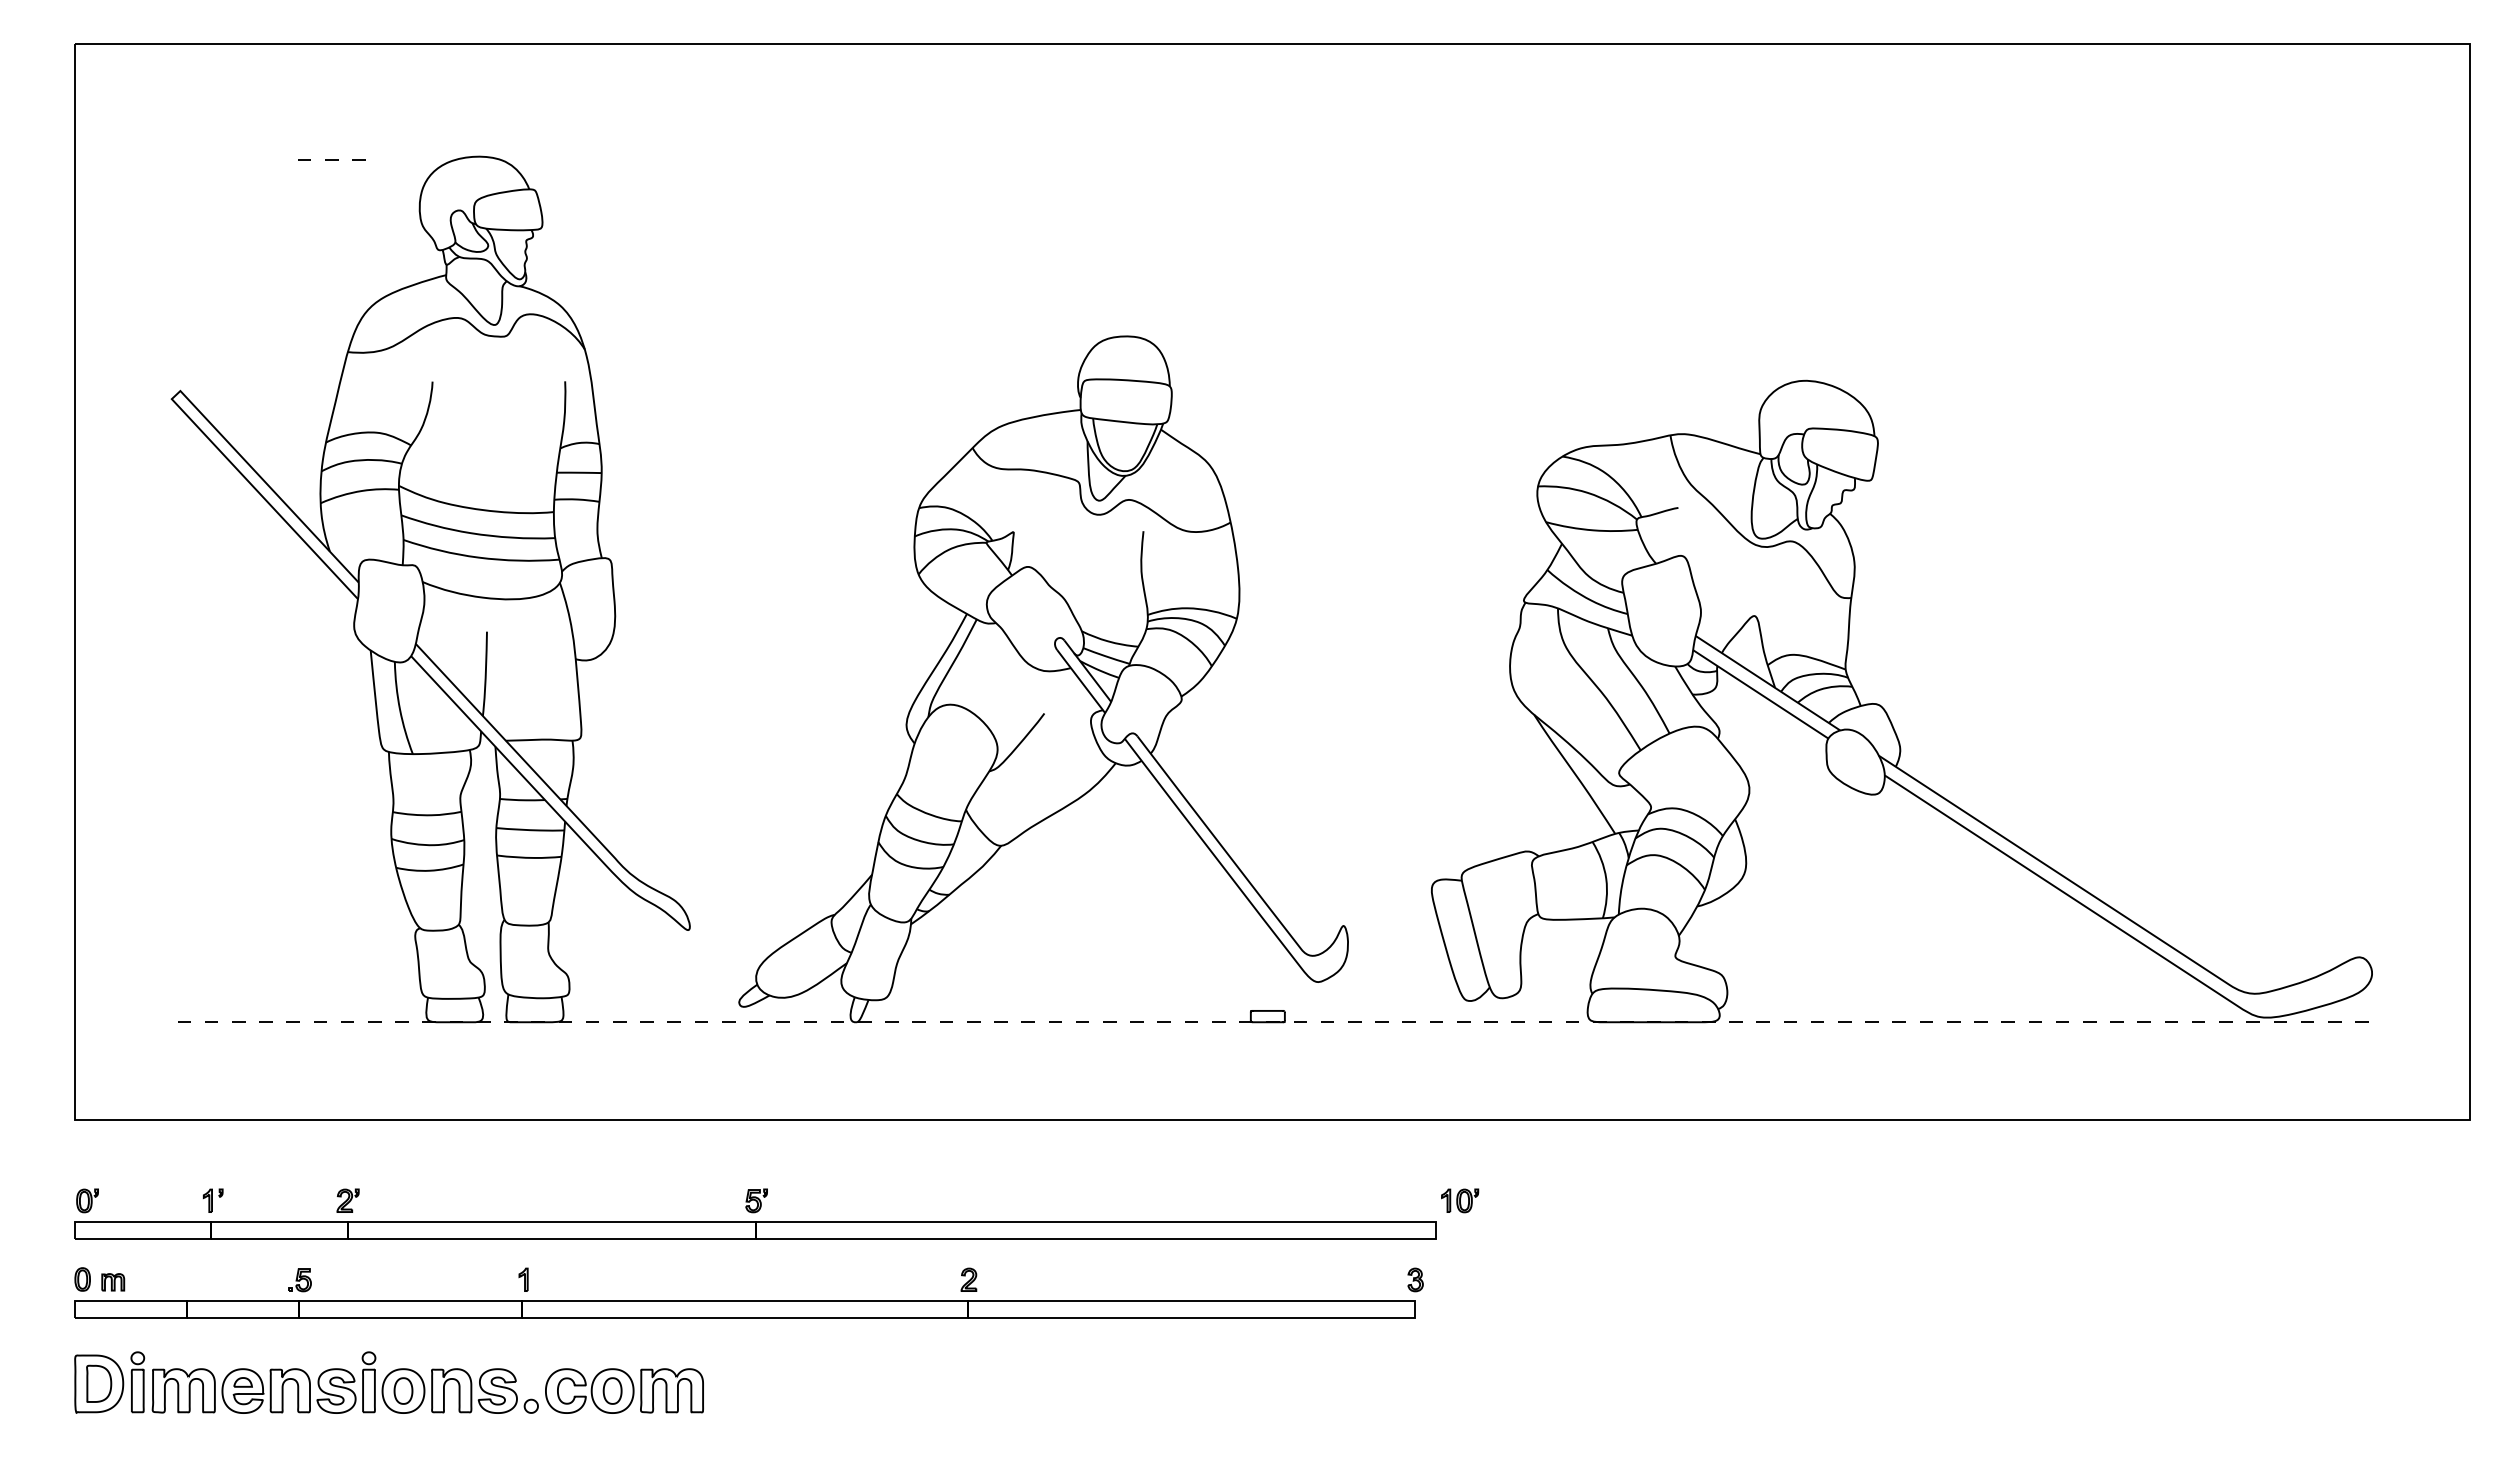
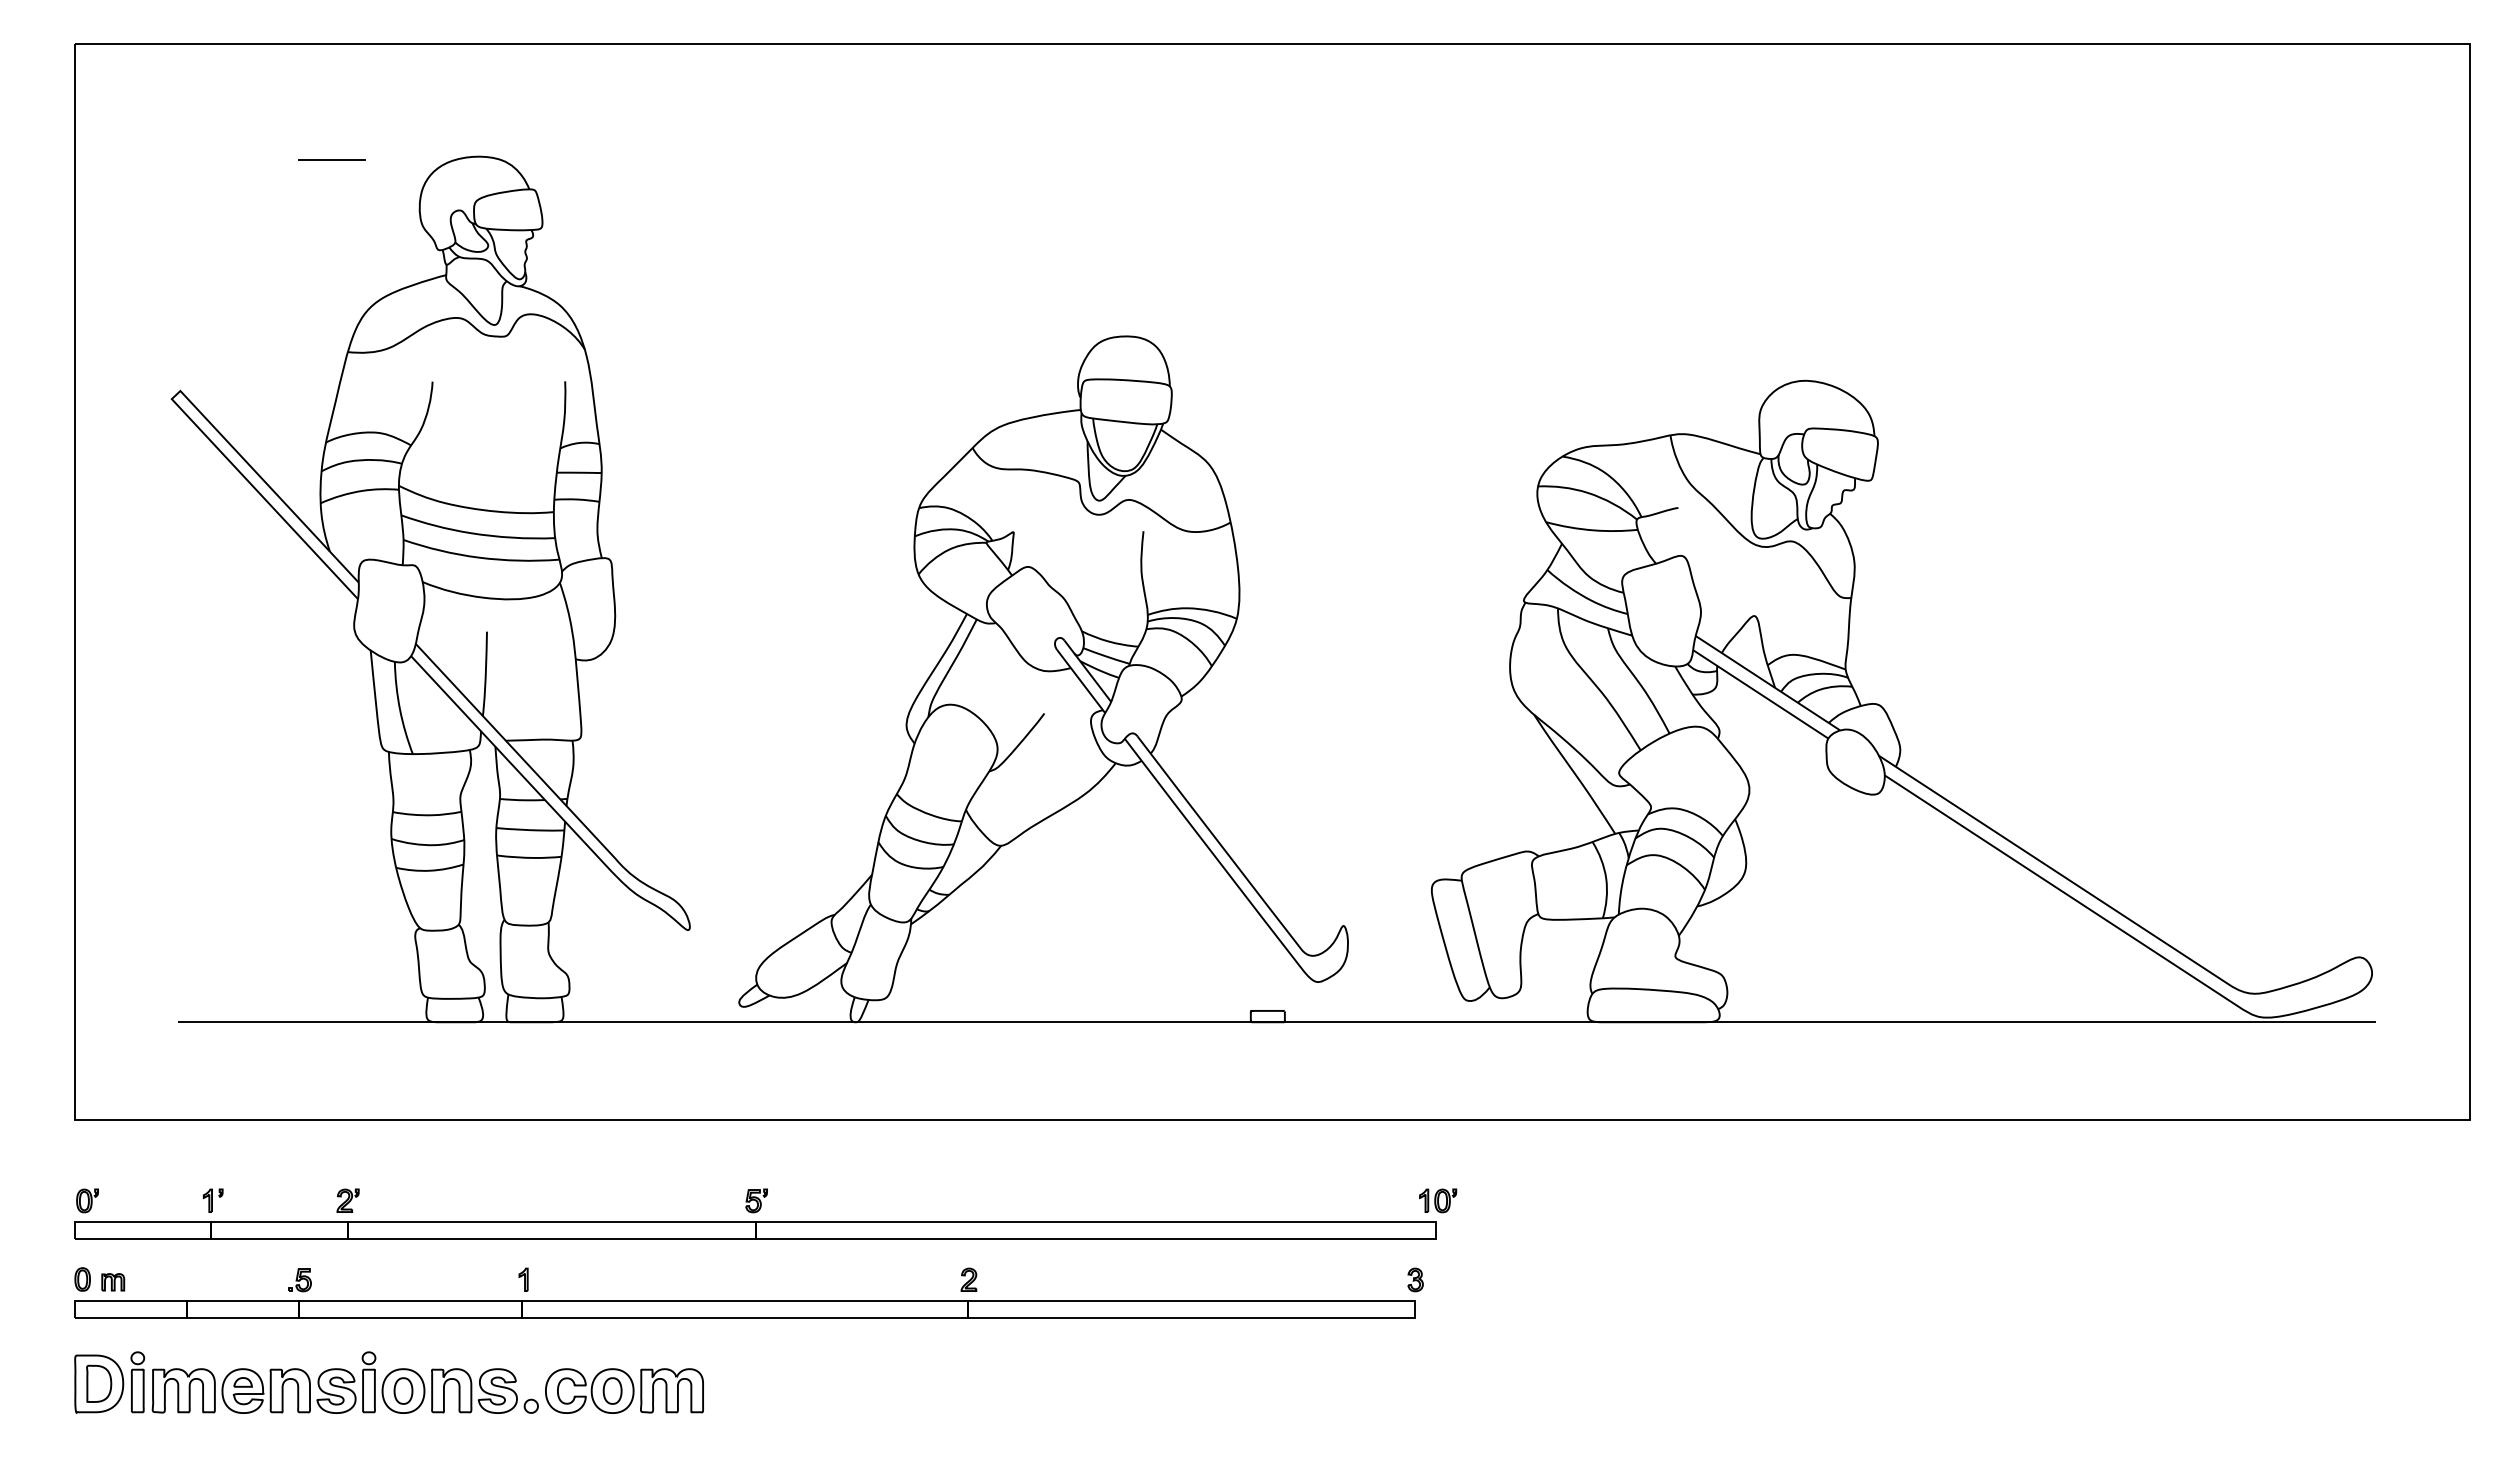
line at (332, 160): dashed -> solid
line at (1277, 1022): dashed -> solid
part at (1460, 1200) position: (1460, 1200) -> (1438, 1200)
